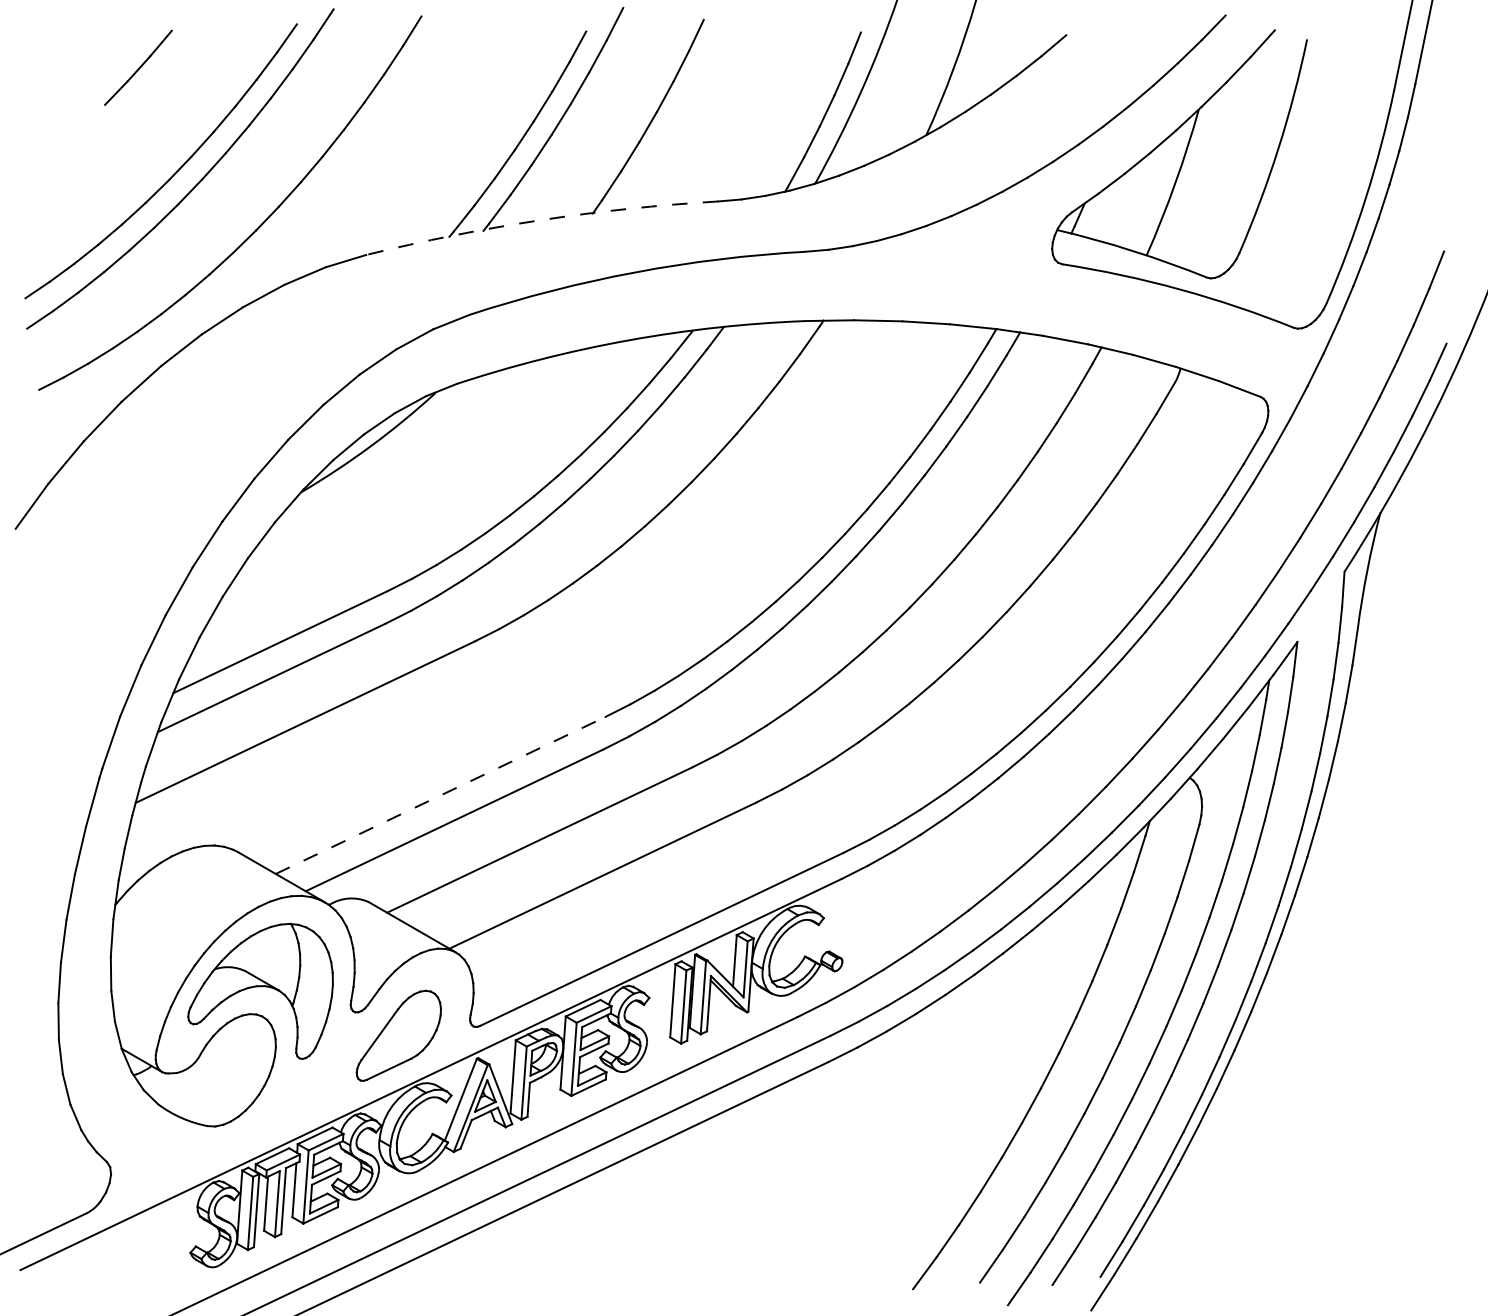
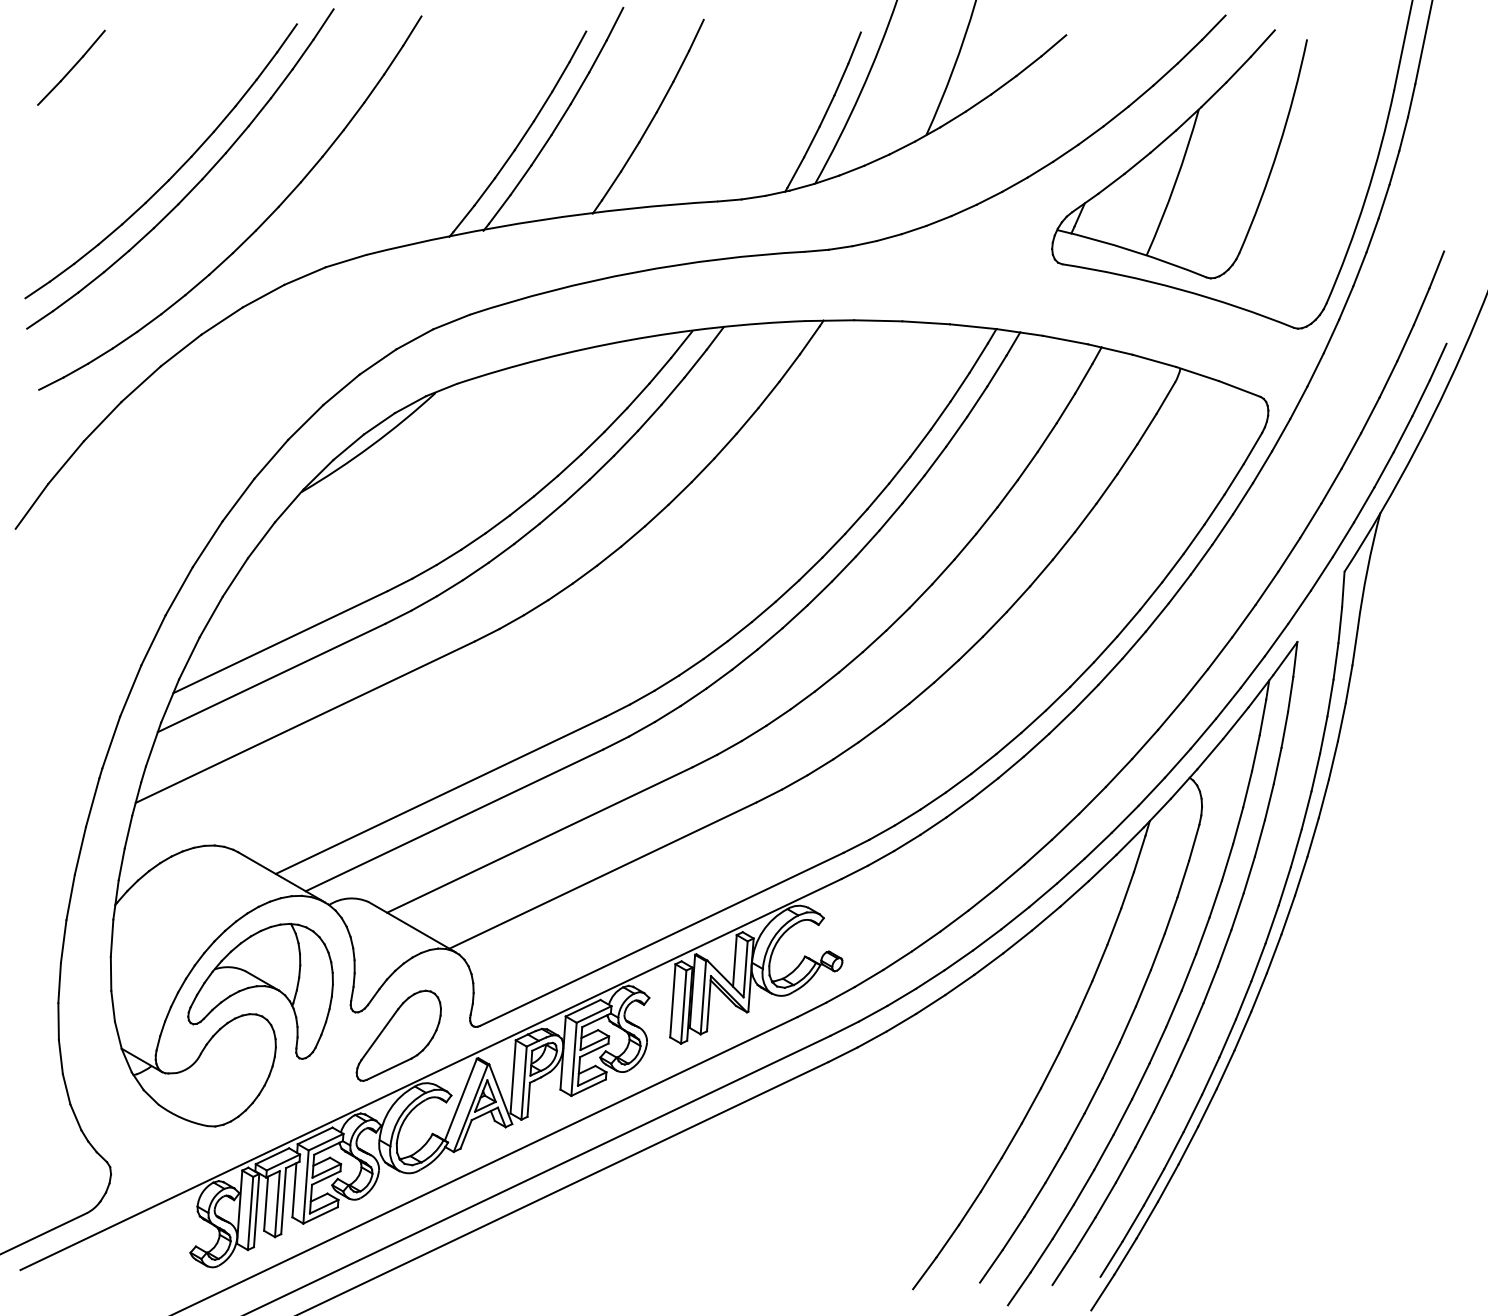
part at (138, 67) position: (138, 67) -> (71, 67)
arc at (540, 220): dashed -> solid
line at (440, 795): dashed -> solid
